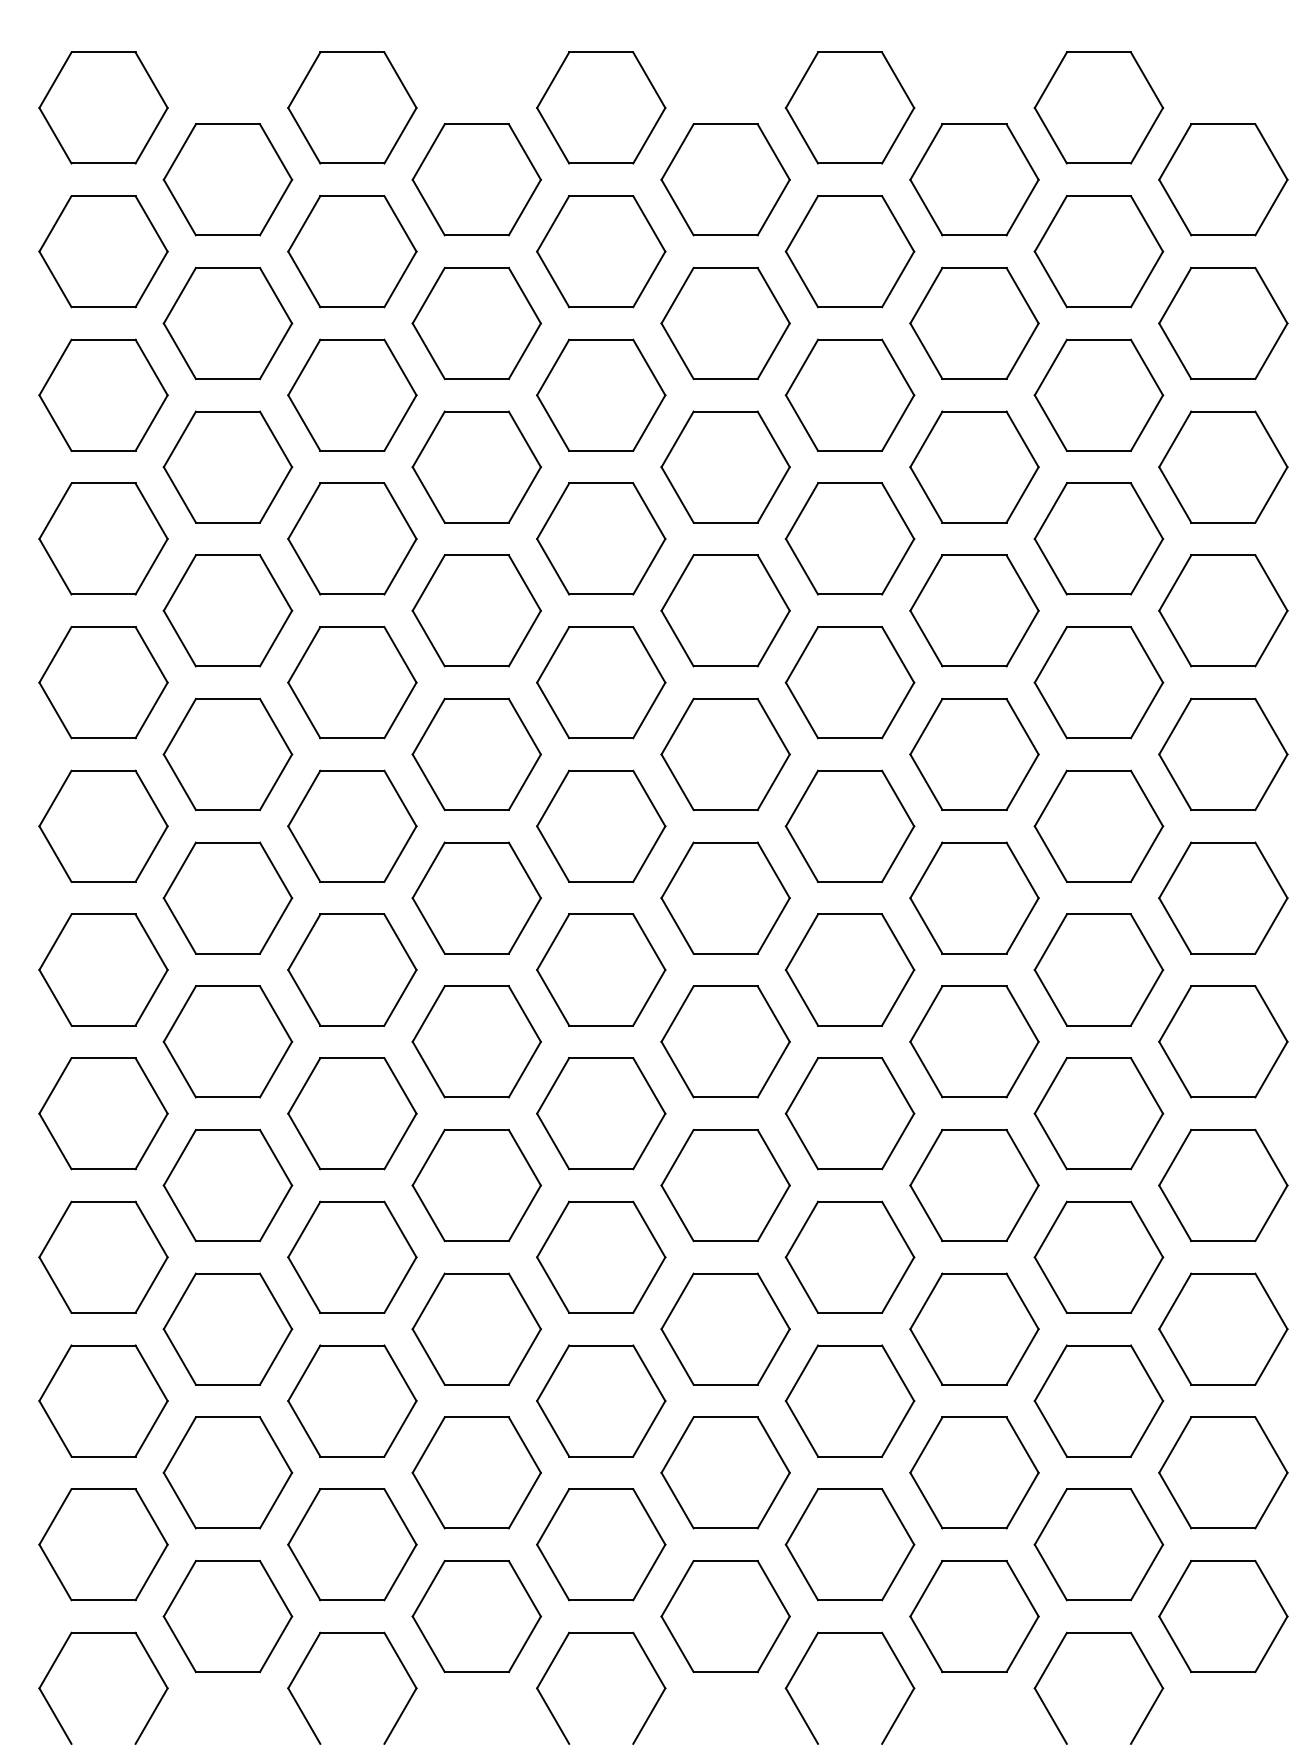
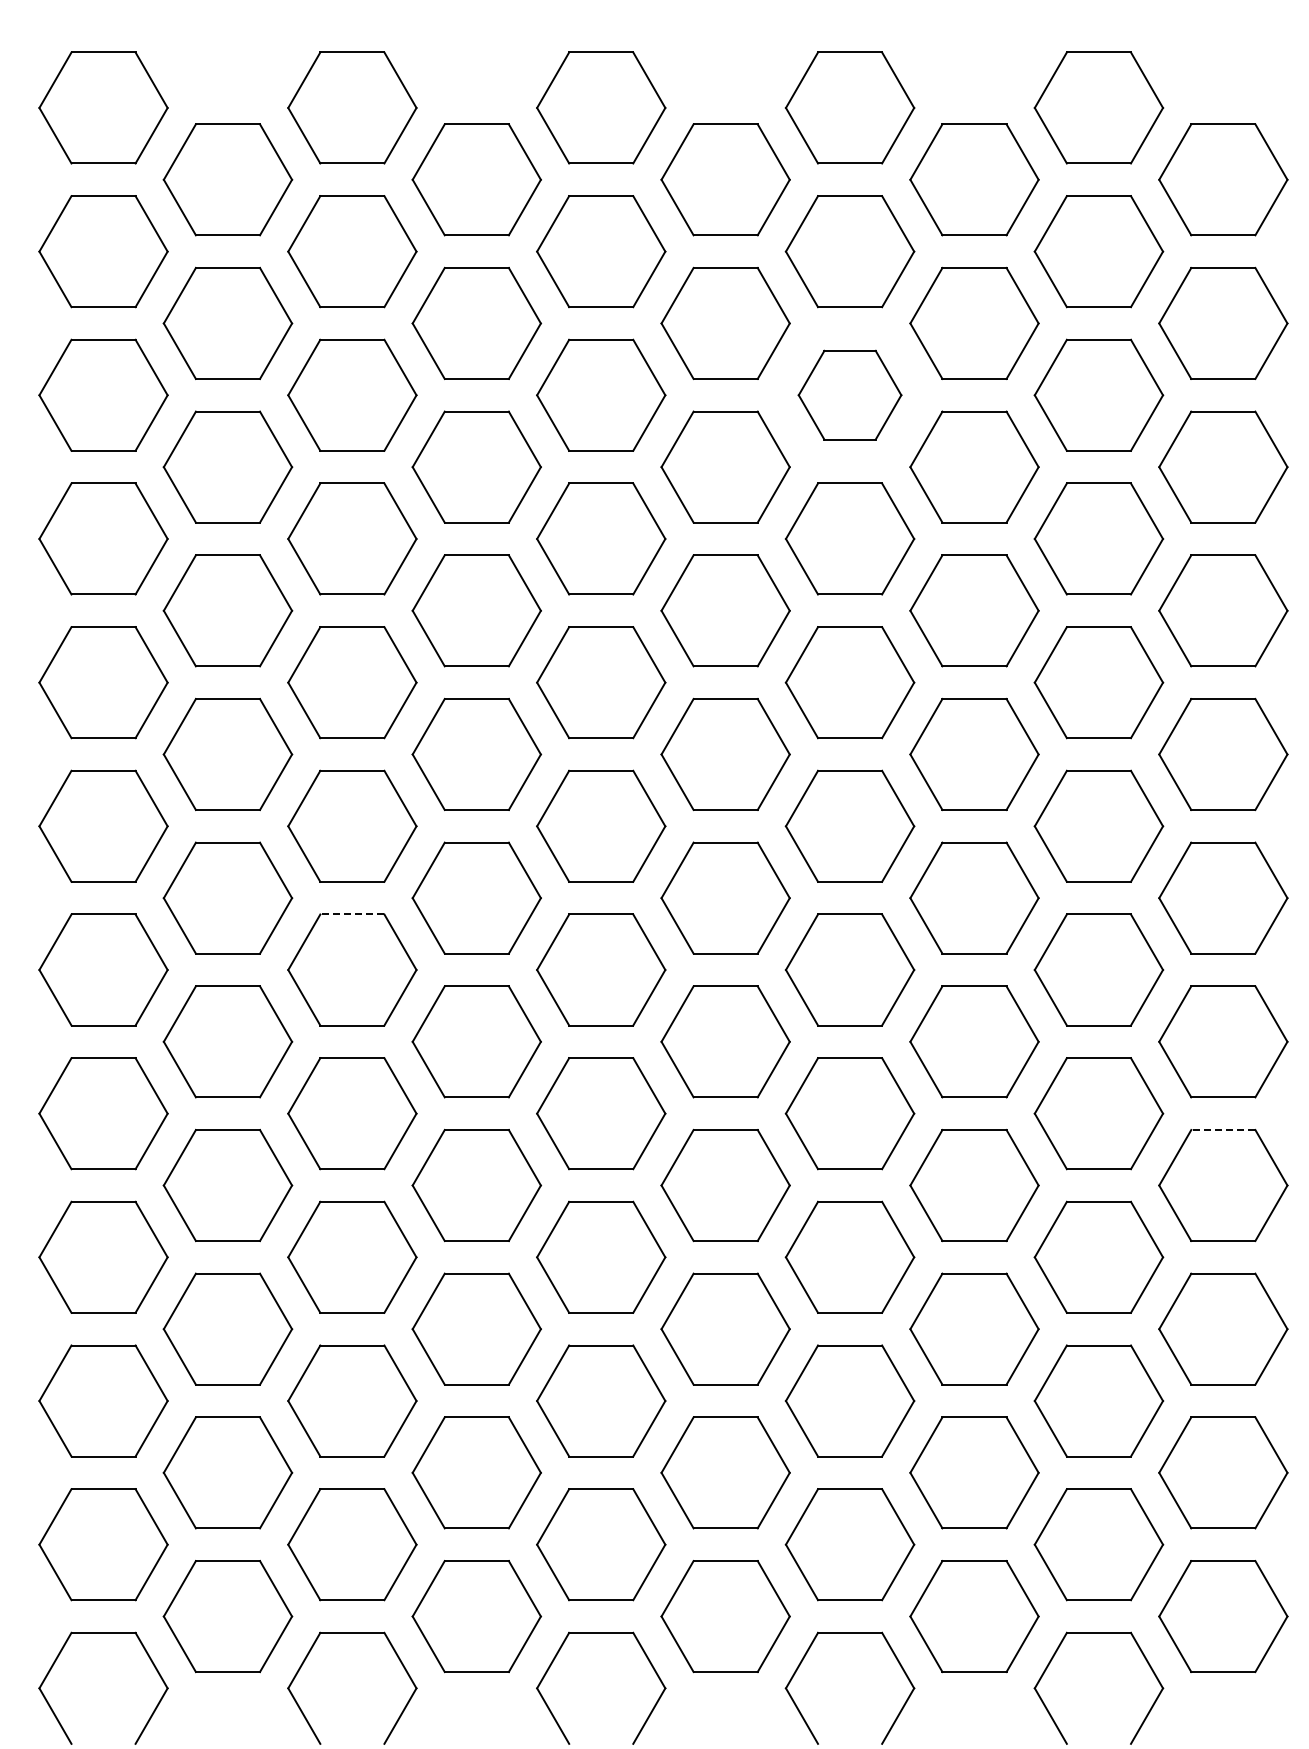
part at (849, 394) size: 132x114 px -> 106x92 px
line at (351, 914): solid -> dashed
line at (1222, 1130): solid -> dashed
